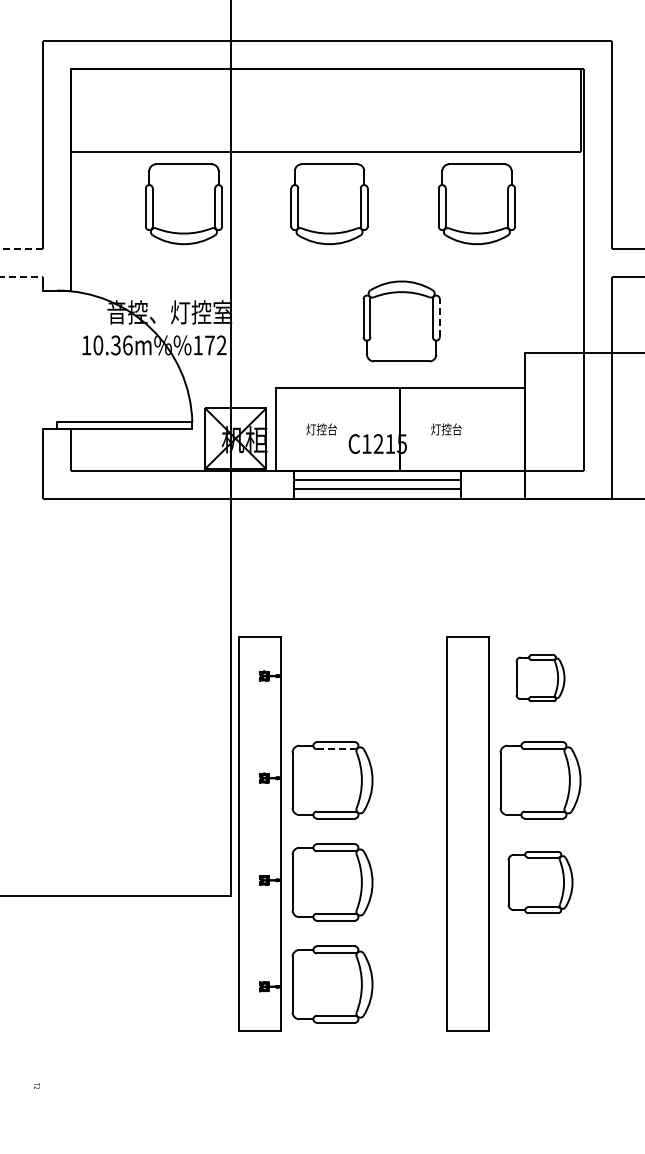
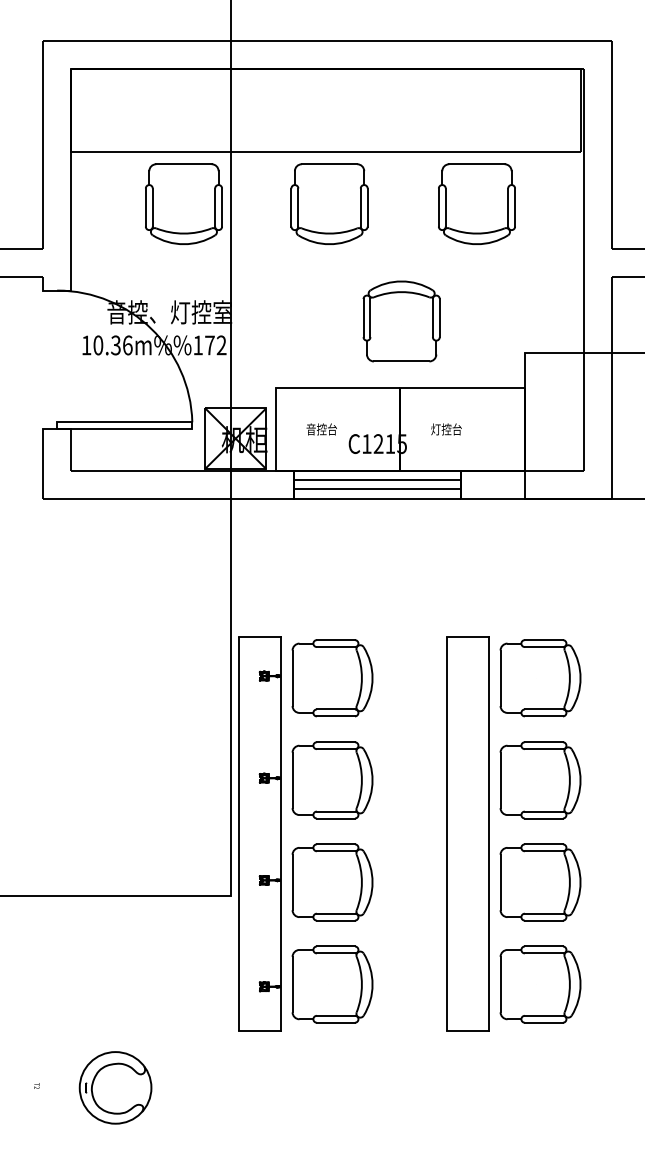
line at (0, 276): dashed -> solid
line at (439, 317): dashed -> solid
text at (310, 429): 灯控台 -> 音控台
part at (332, 678): none -> present
part at (540, 678) size: 51x49 px -> 83x79 px
line at (336, 749): dashed -> solid
part at (540, 882) size: 67x63 px -> 83x79 px
part at (540, 984): none -> present
part at (115, 1087): none -> present
